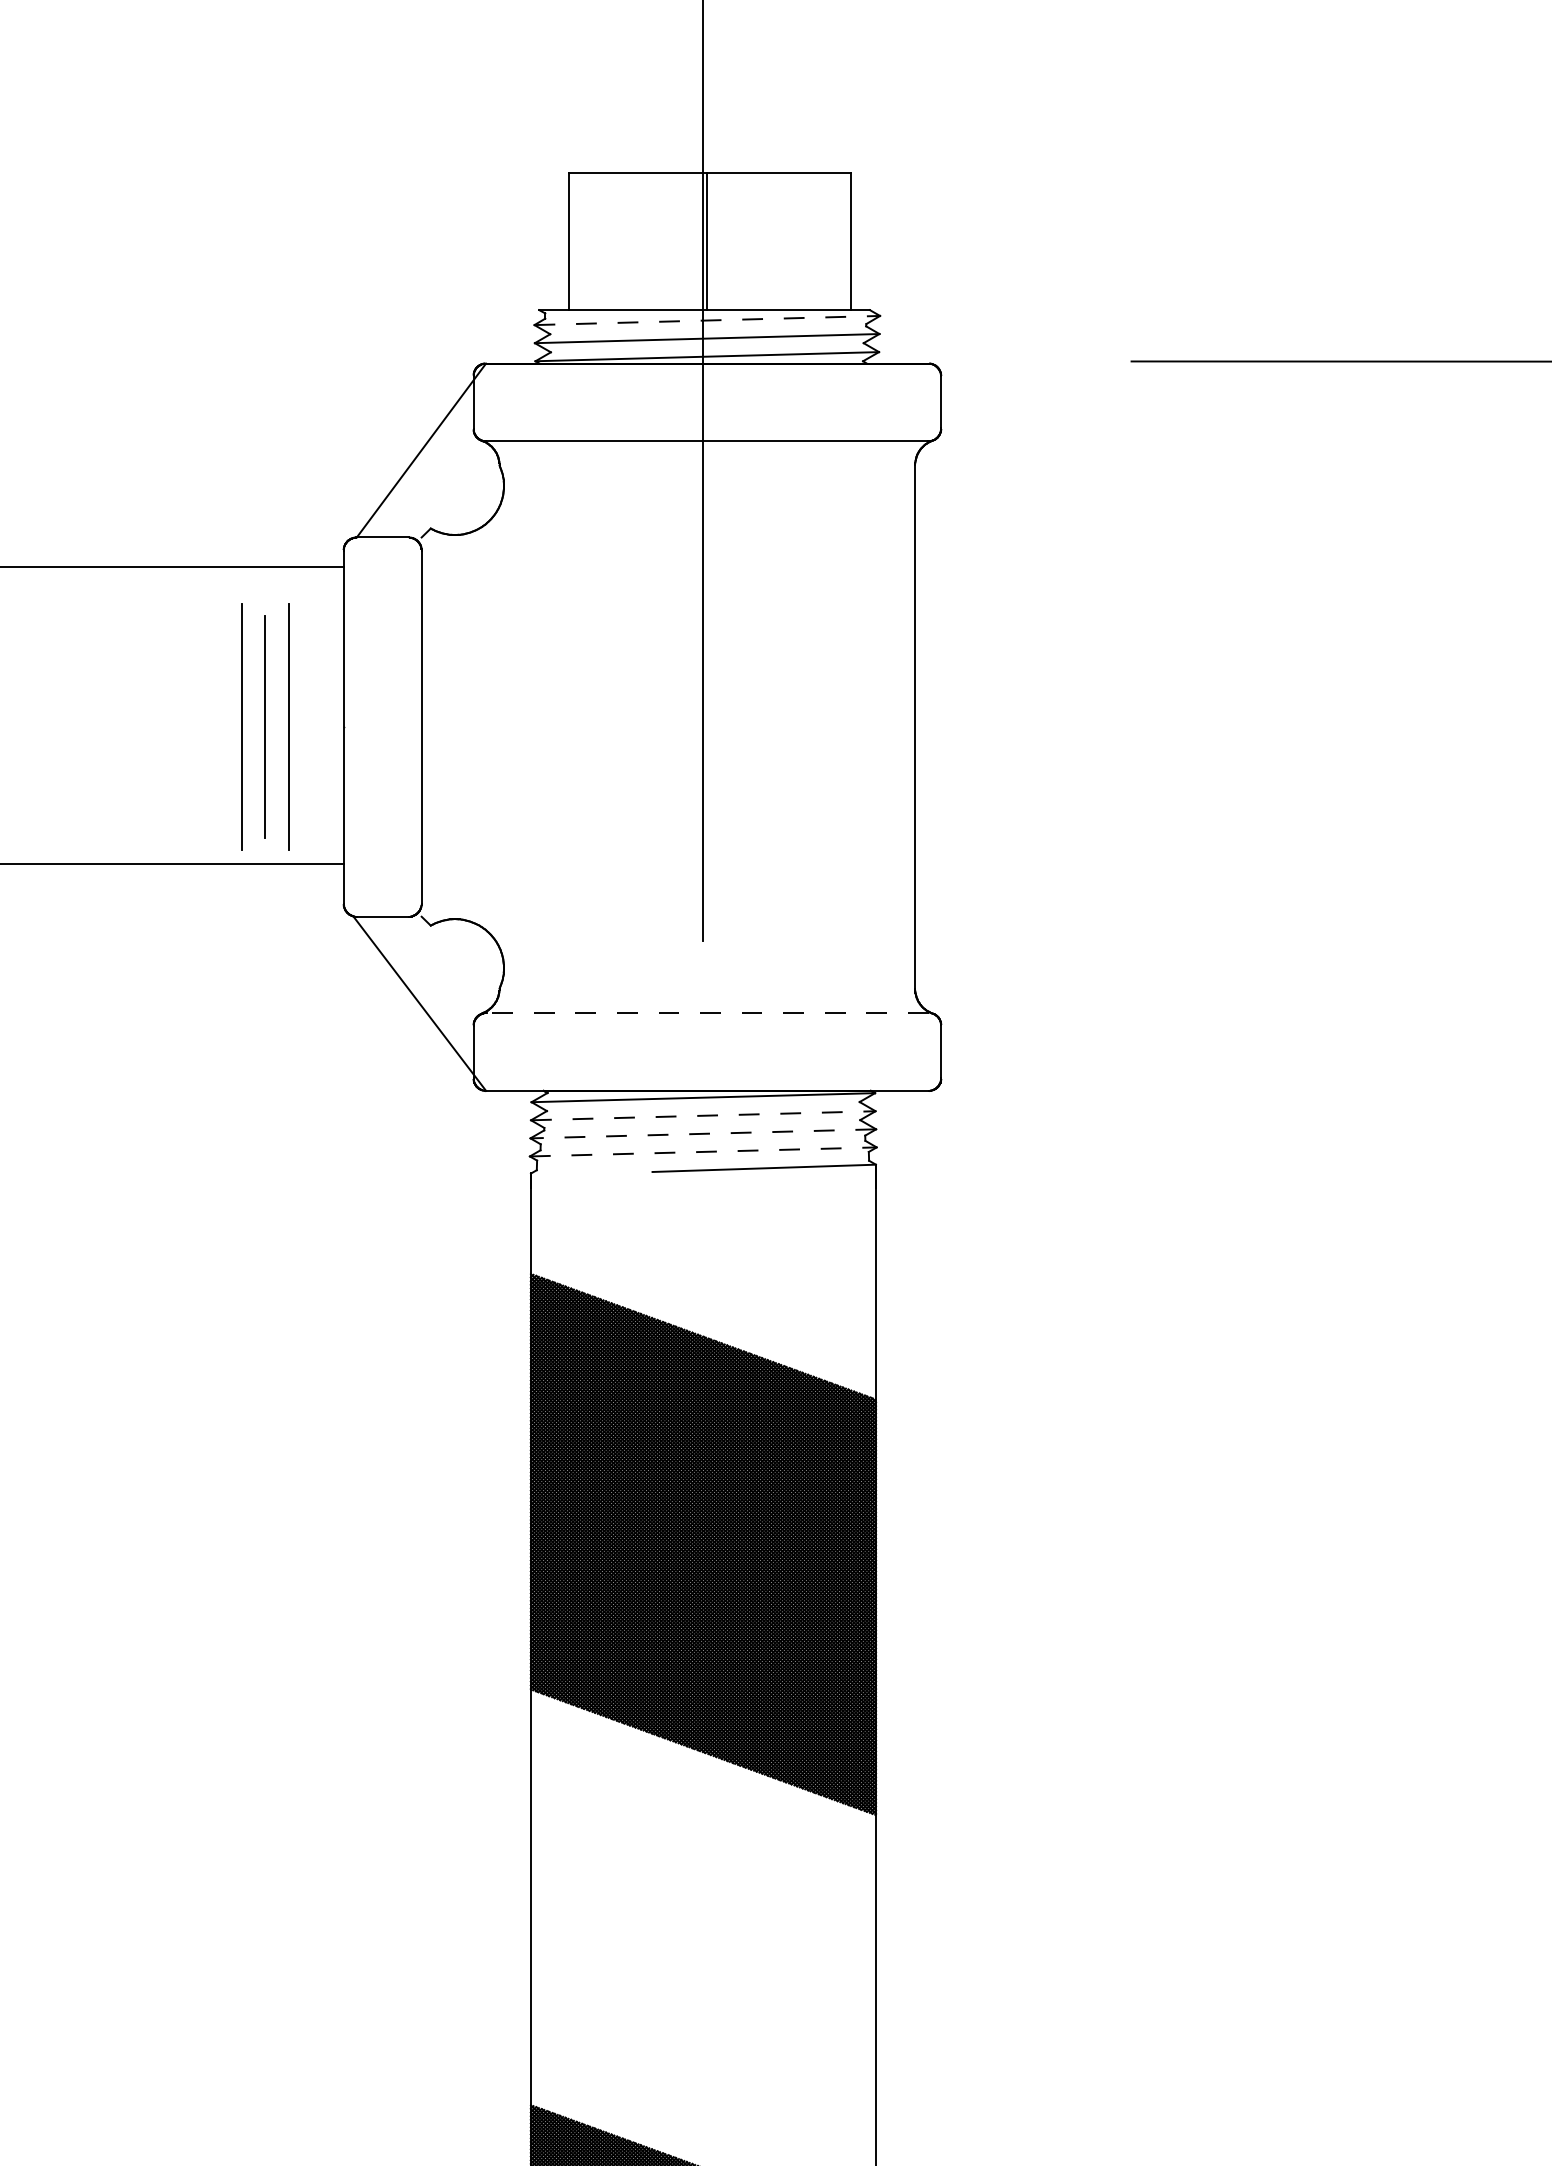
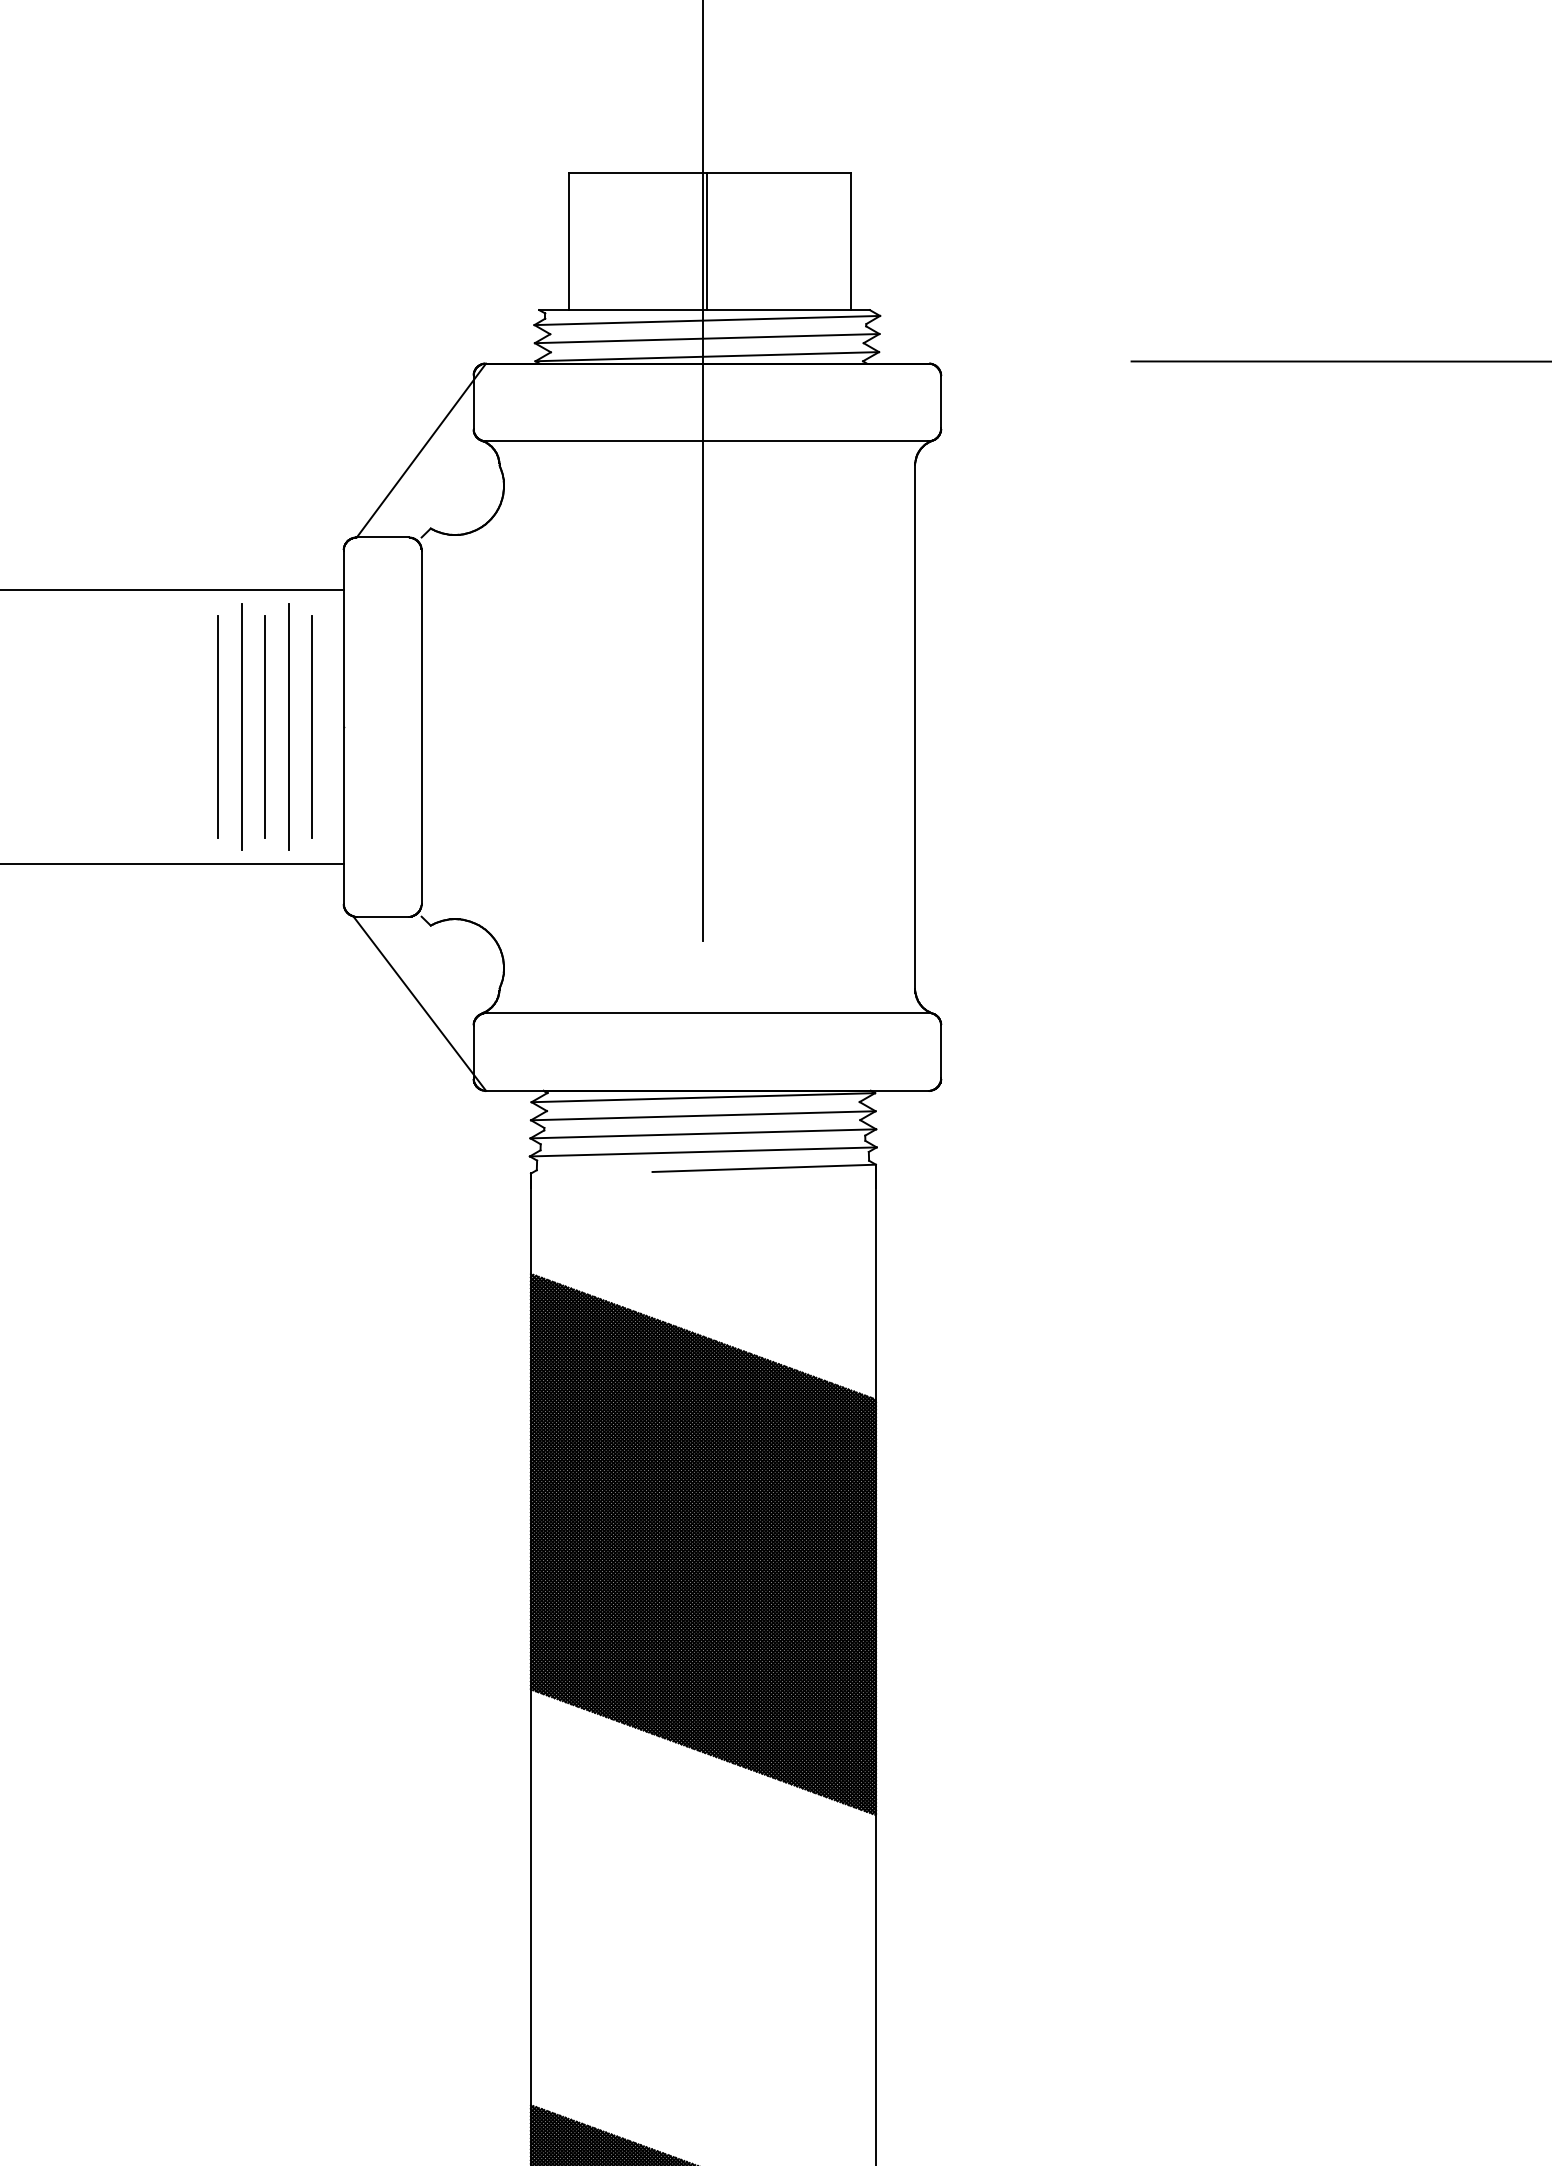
line at (707, 320): dashed -> solid
line at (172, 567) position: (172, 567) -> (172, 590)
line at (217, 726): none -> present
line at (311, 726): none -> present
line at (707, 1012): dashed -> solid
line at (703, 1115): dashed -> solid
line at (703, 1133): dashed -> solid
line at (703, 1151): dashed -> solid
